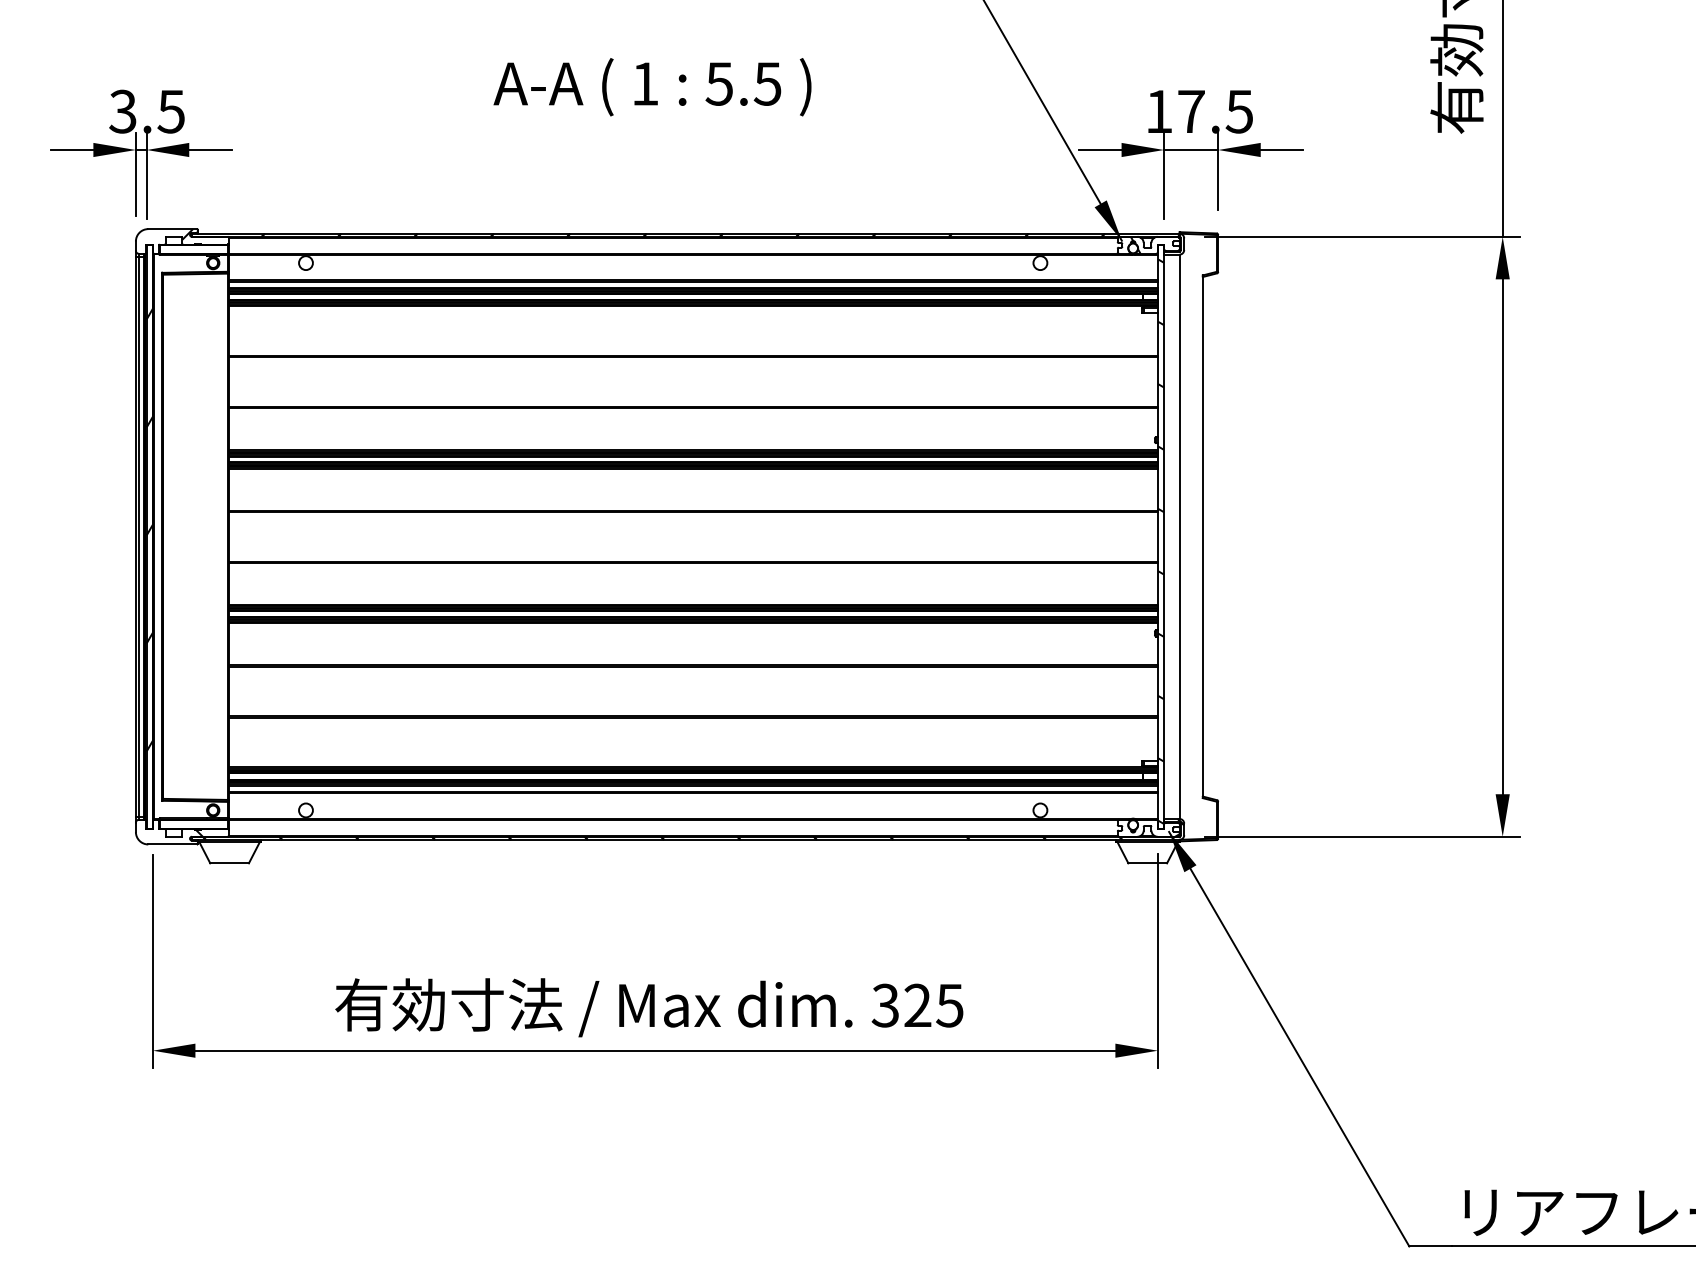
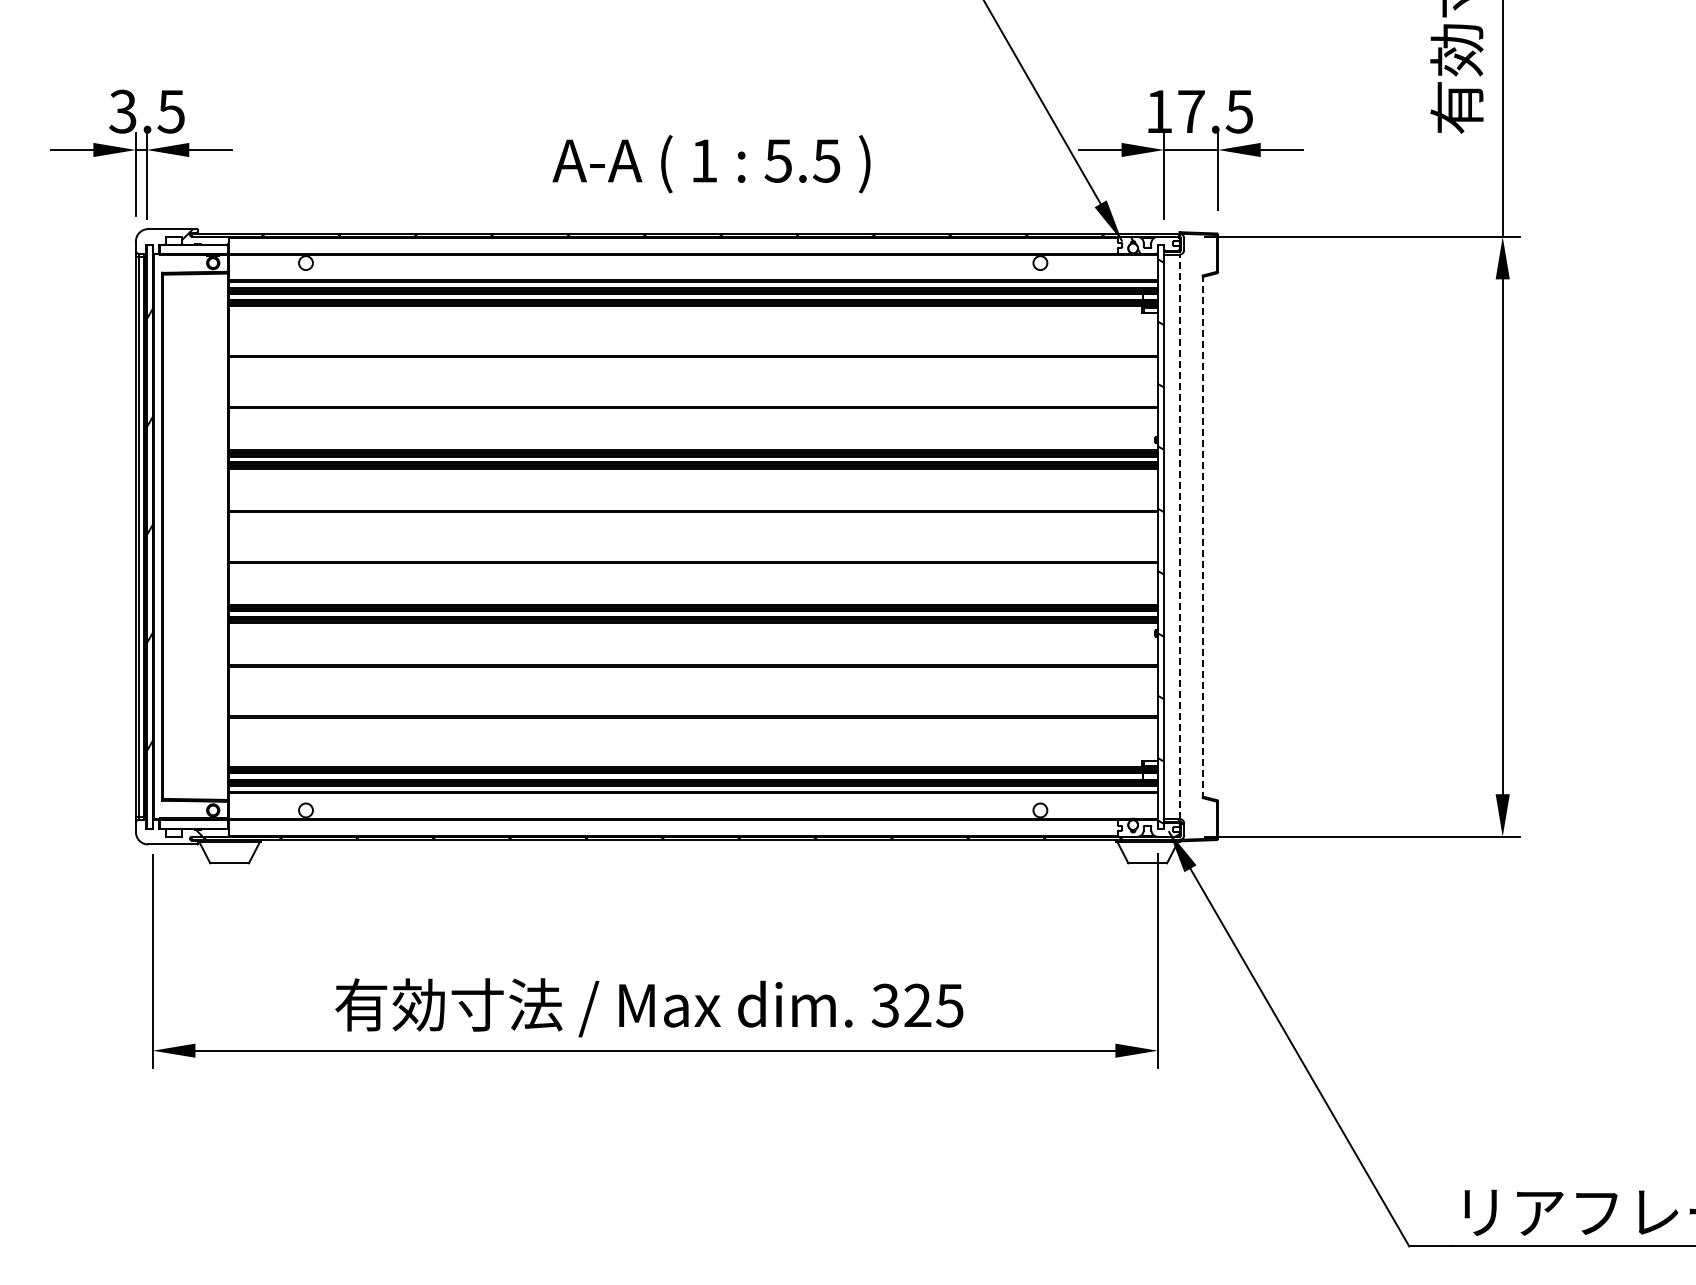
text at (652, 87) position: (652, 87) -> (711, 164)
line at (1179, 536): solid -> dashed
line at (1202, 537): solid -> dashed
